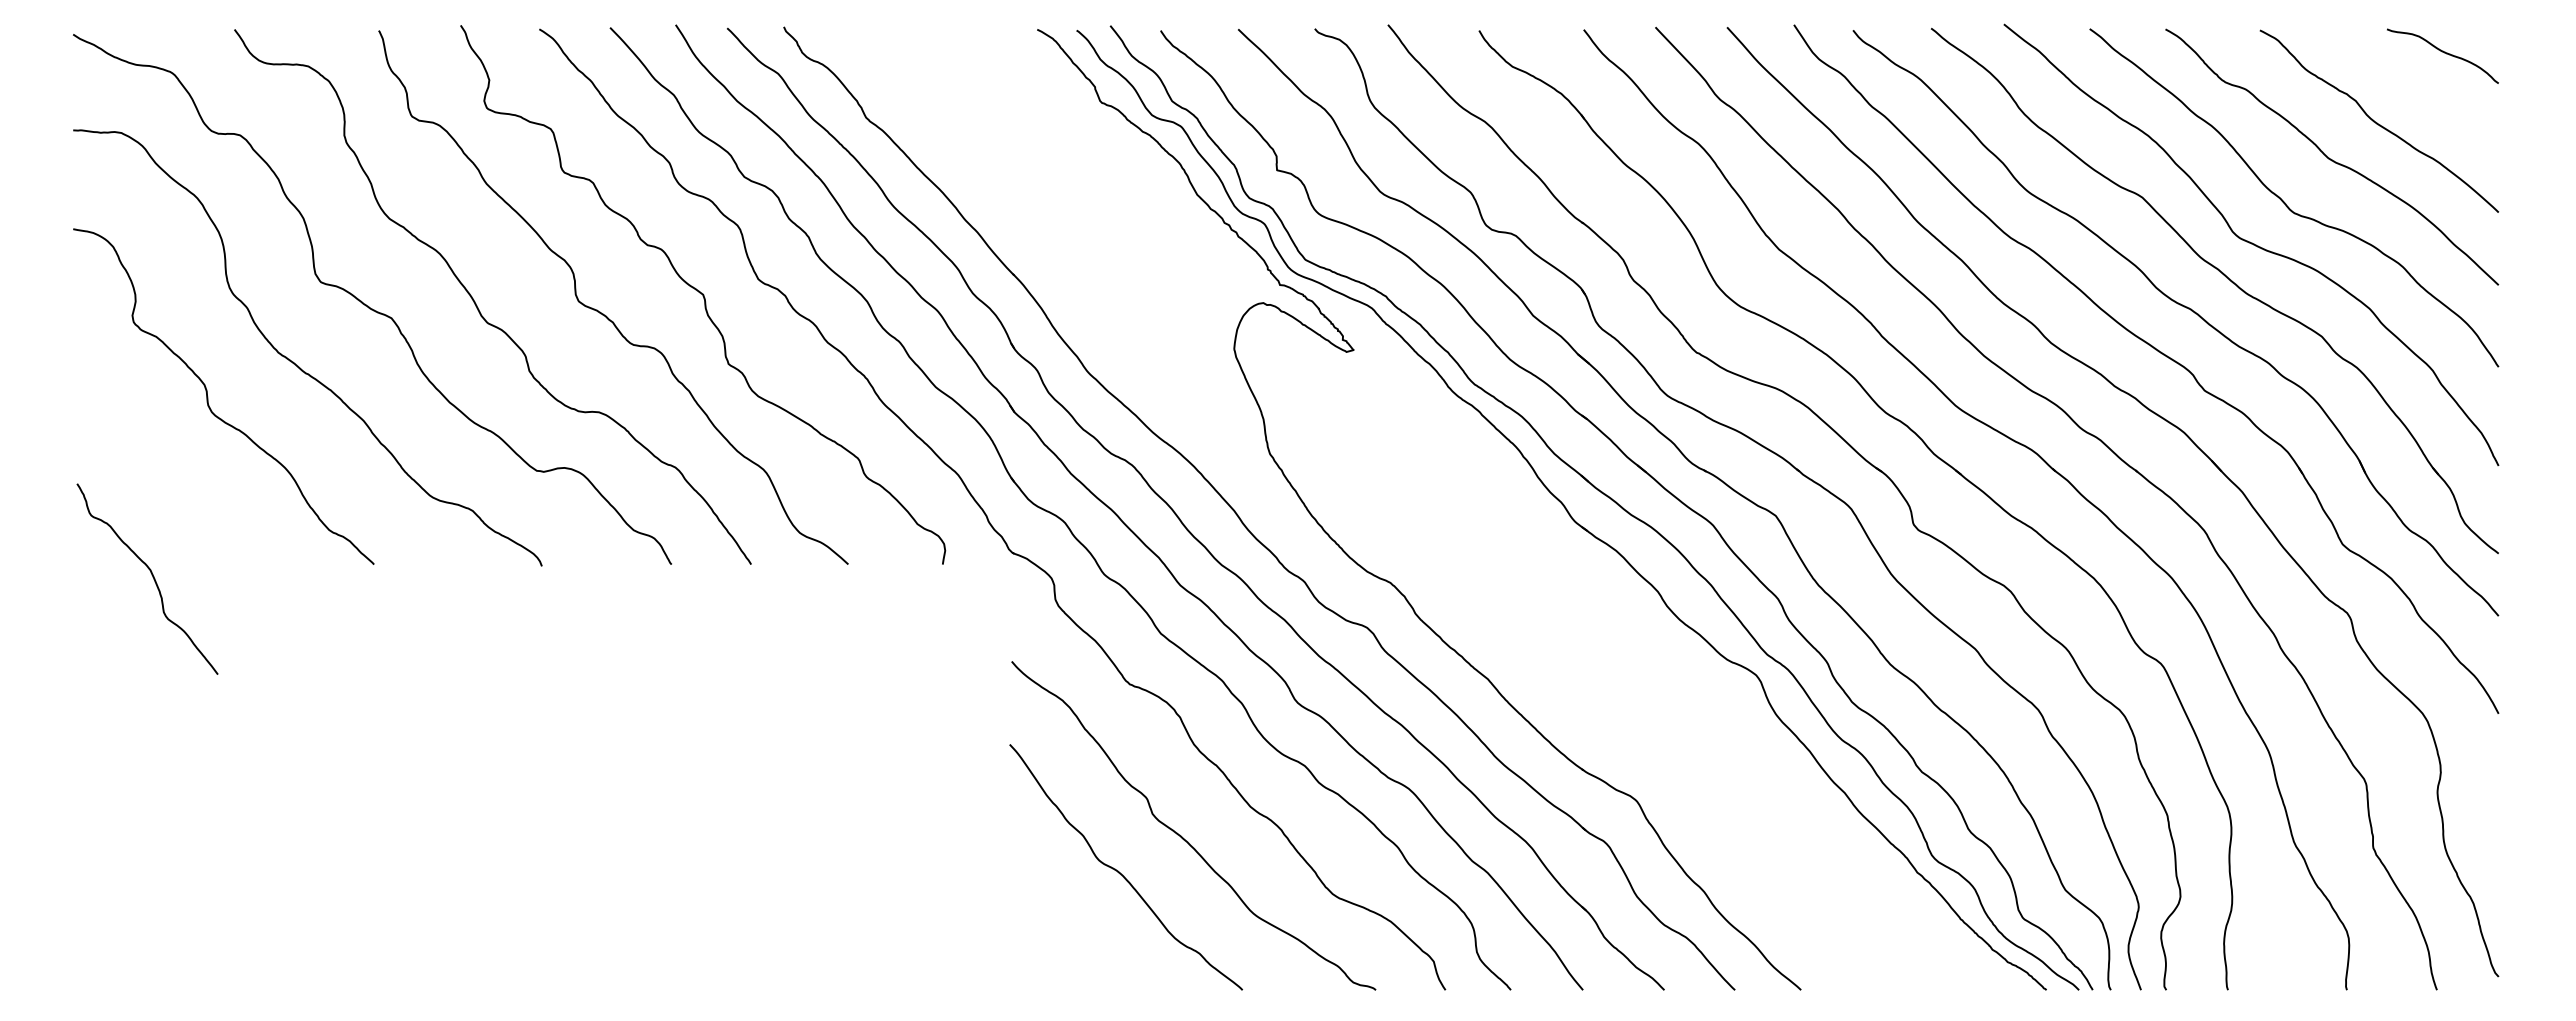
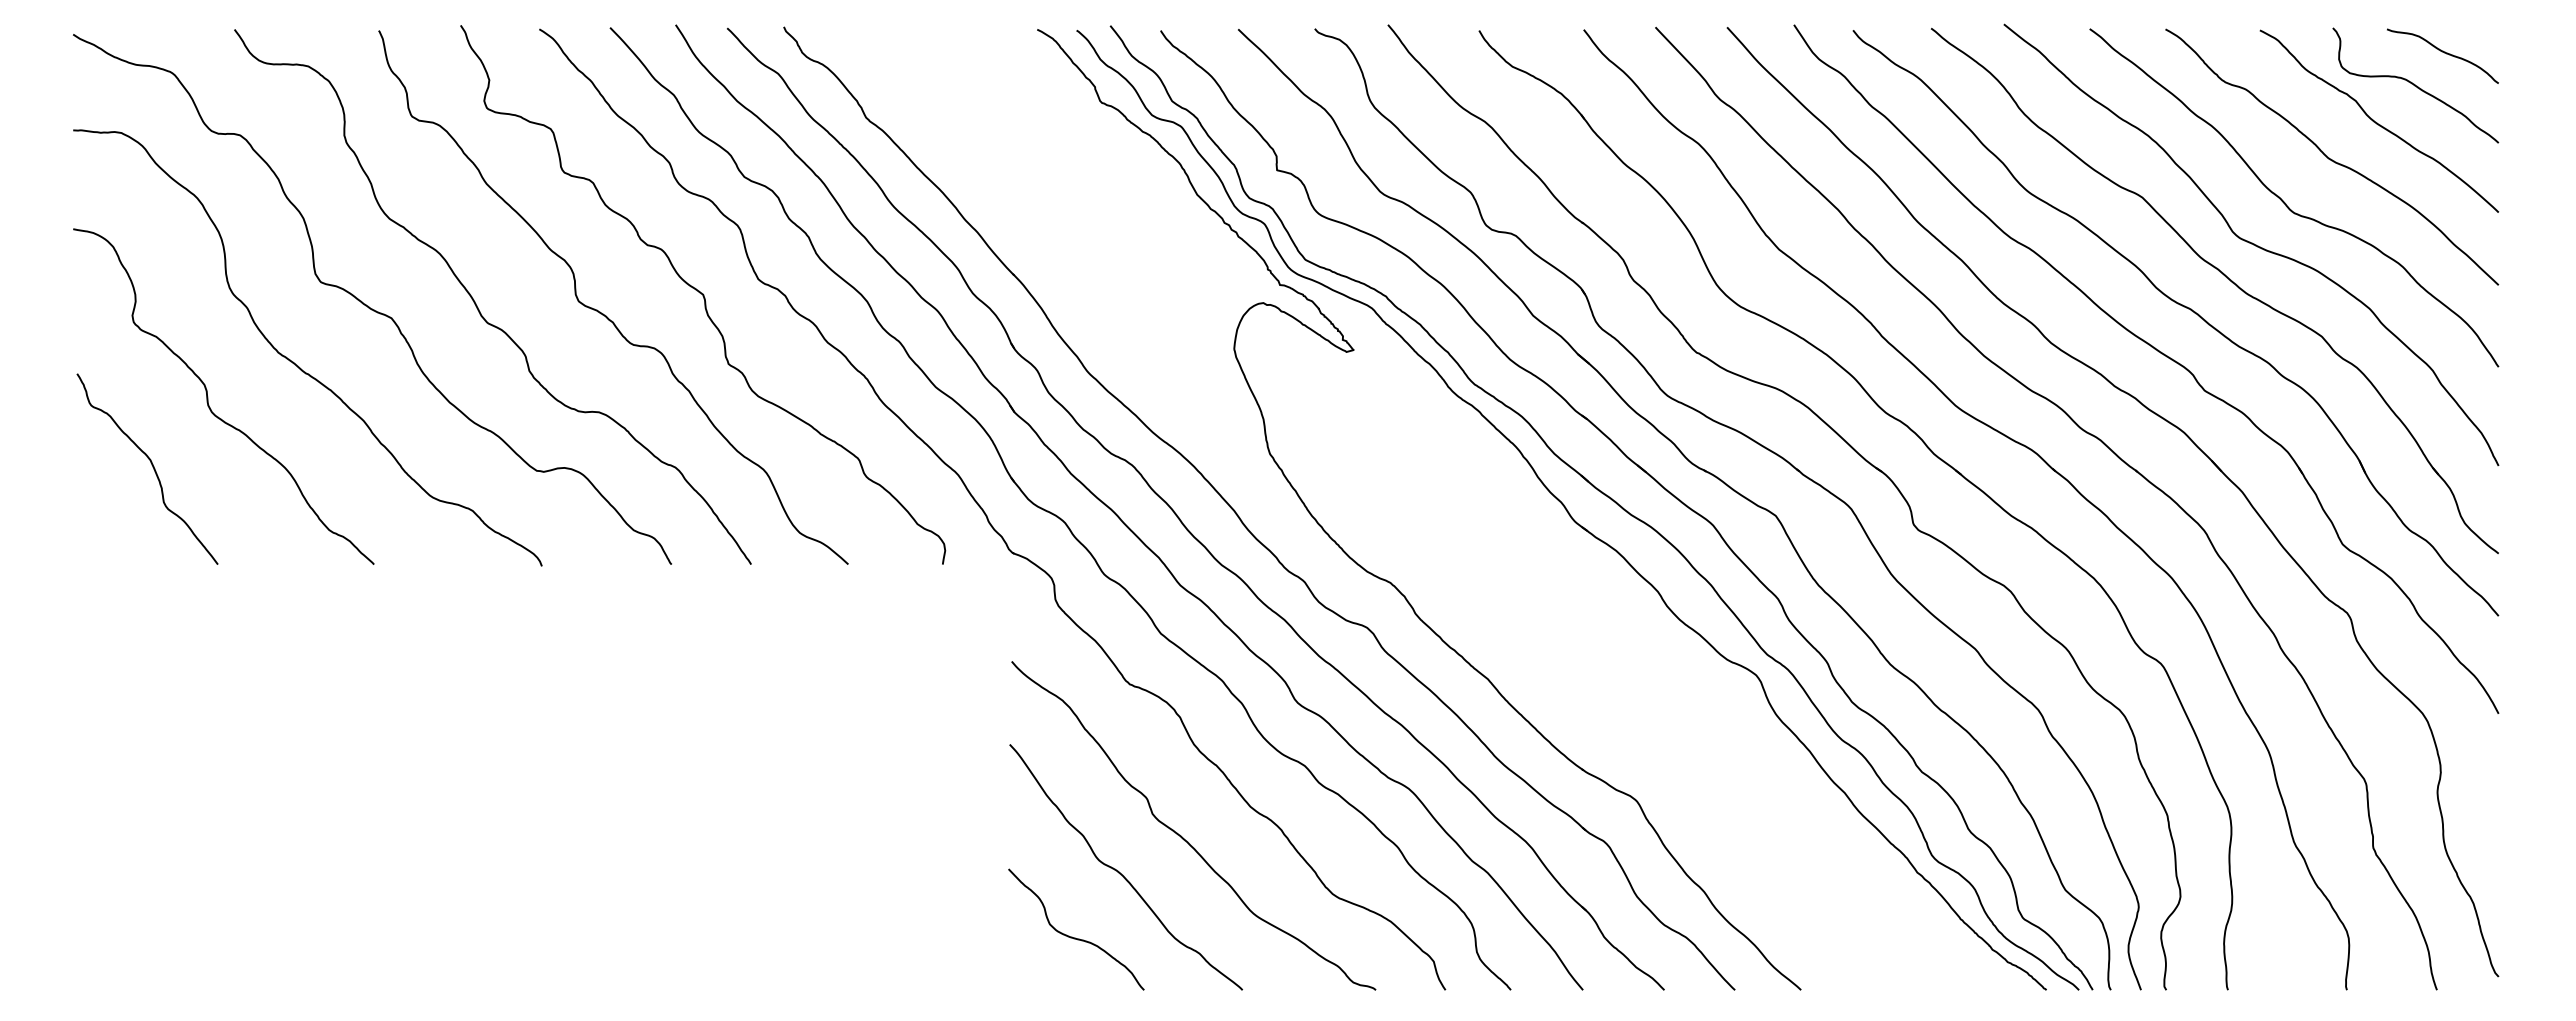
curve at (2415, 85): none -> present
curve at (151, 575) position: (151, 575) -> (151, 465)
curve at (1072, 936): none -> present
